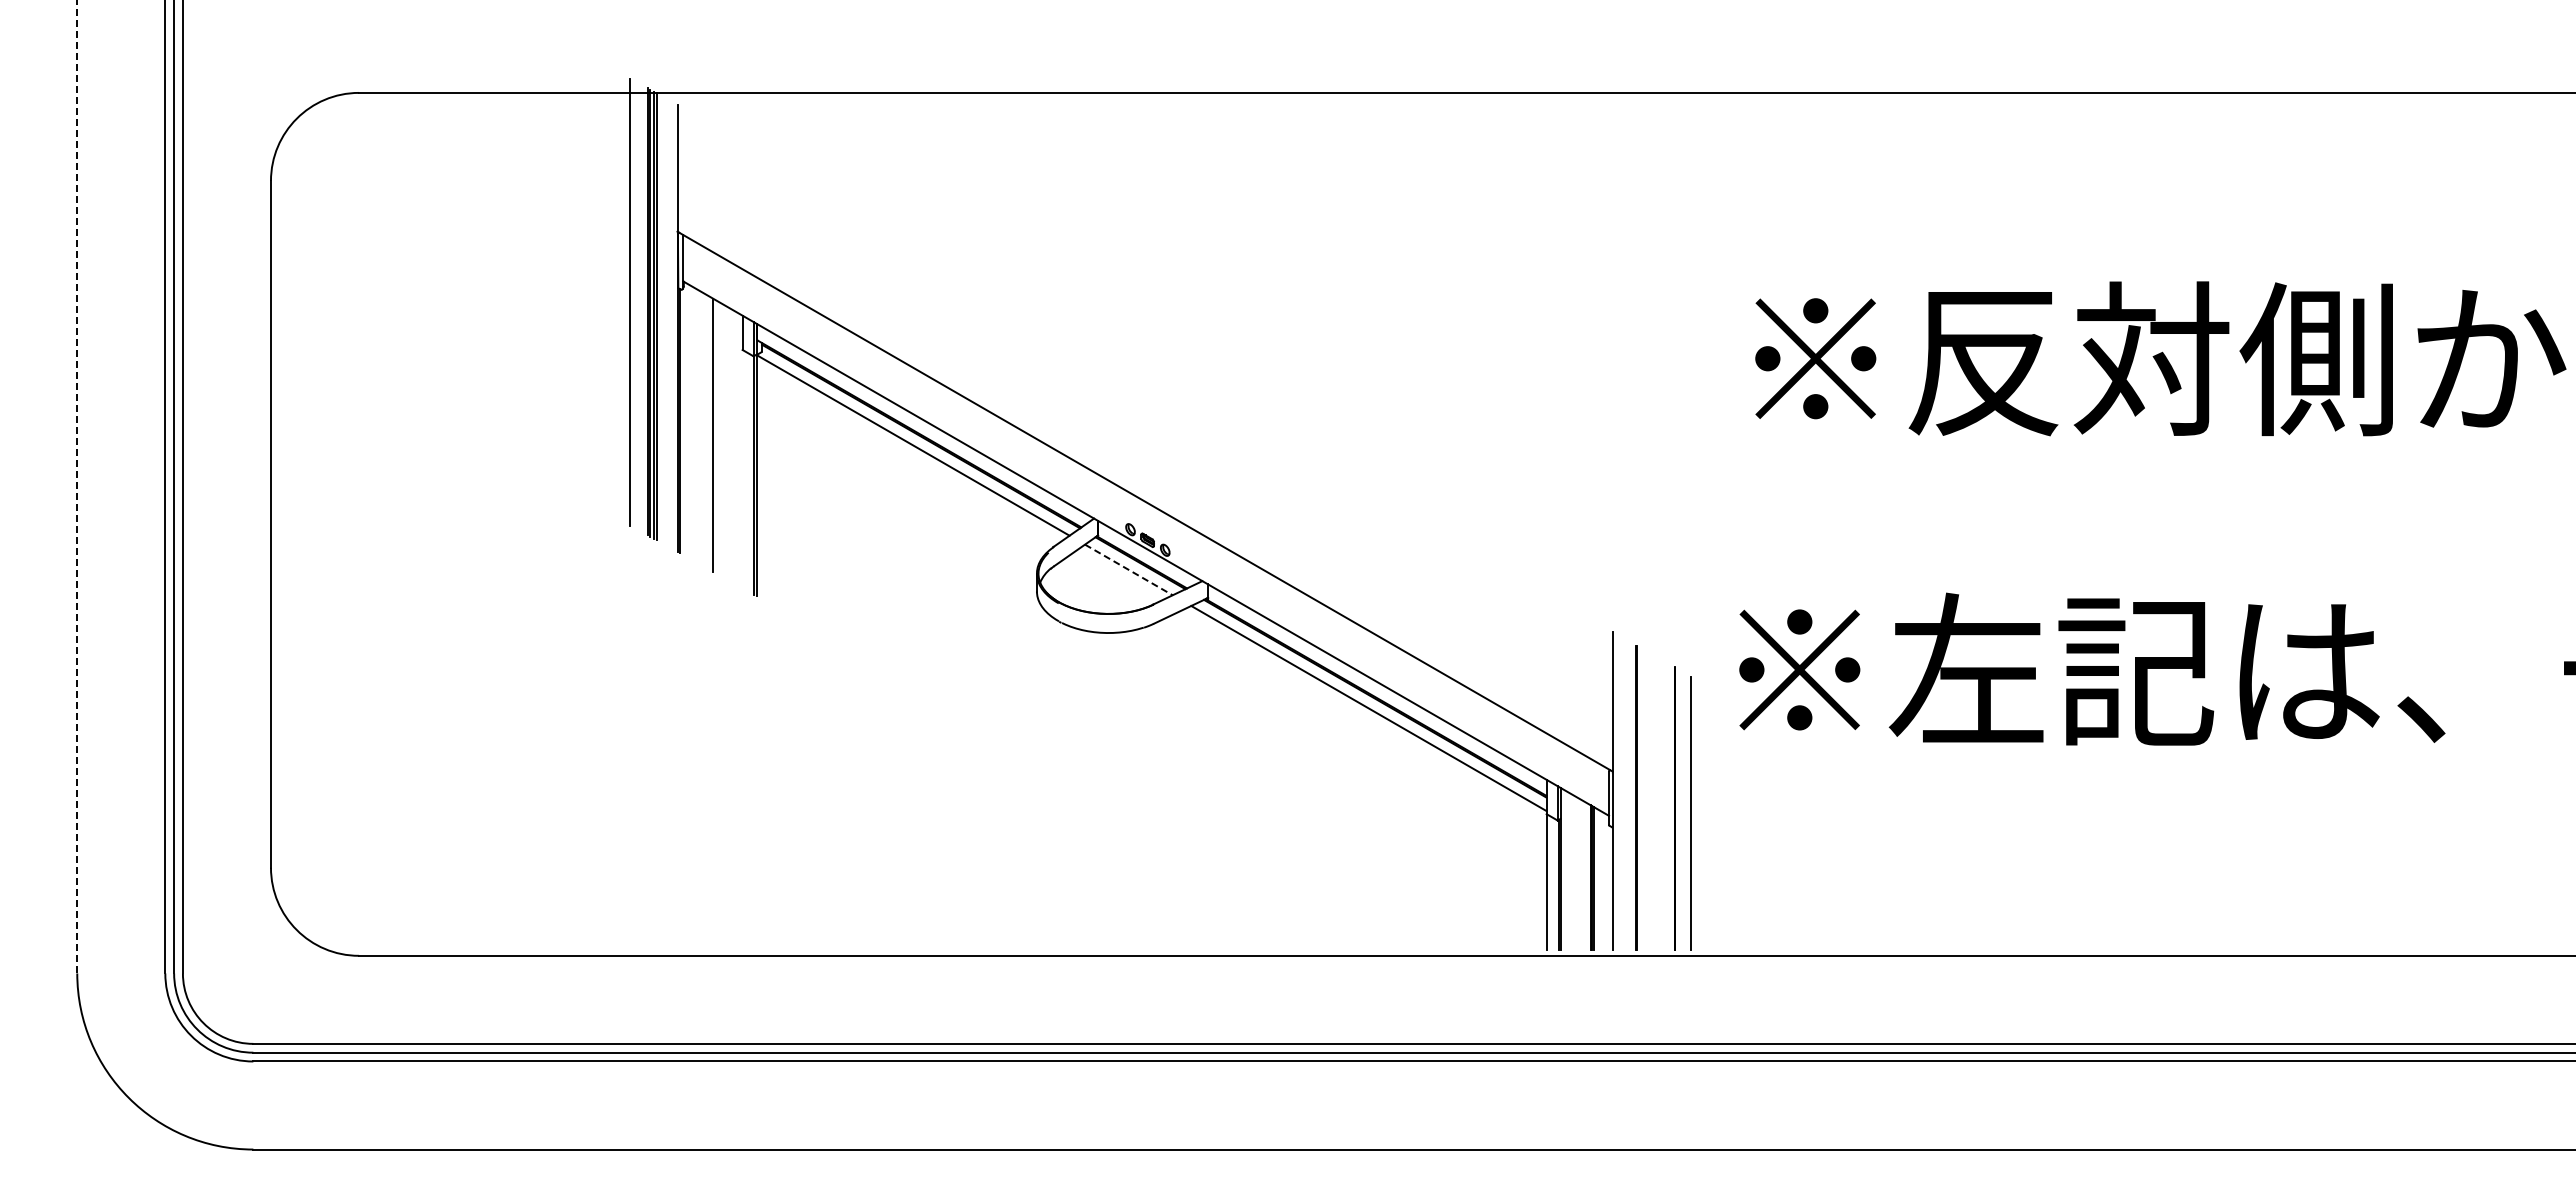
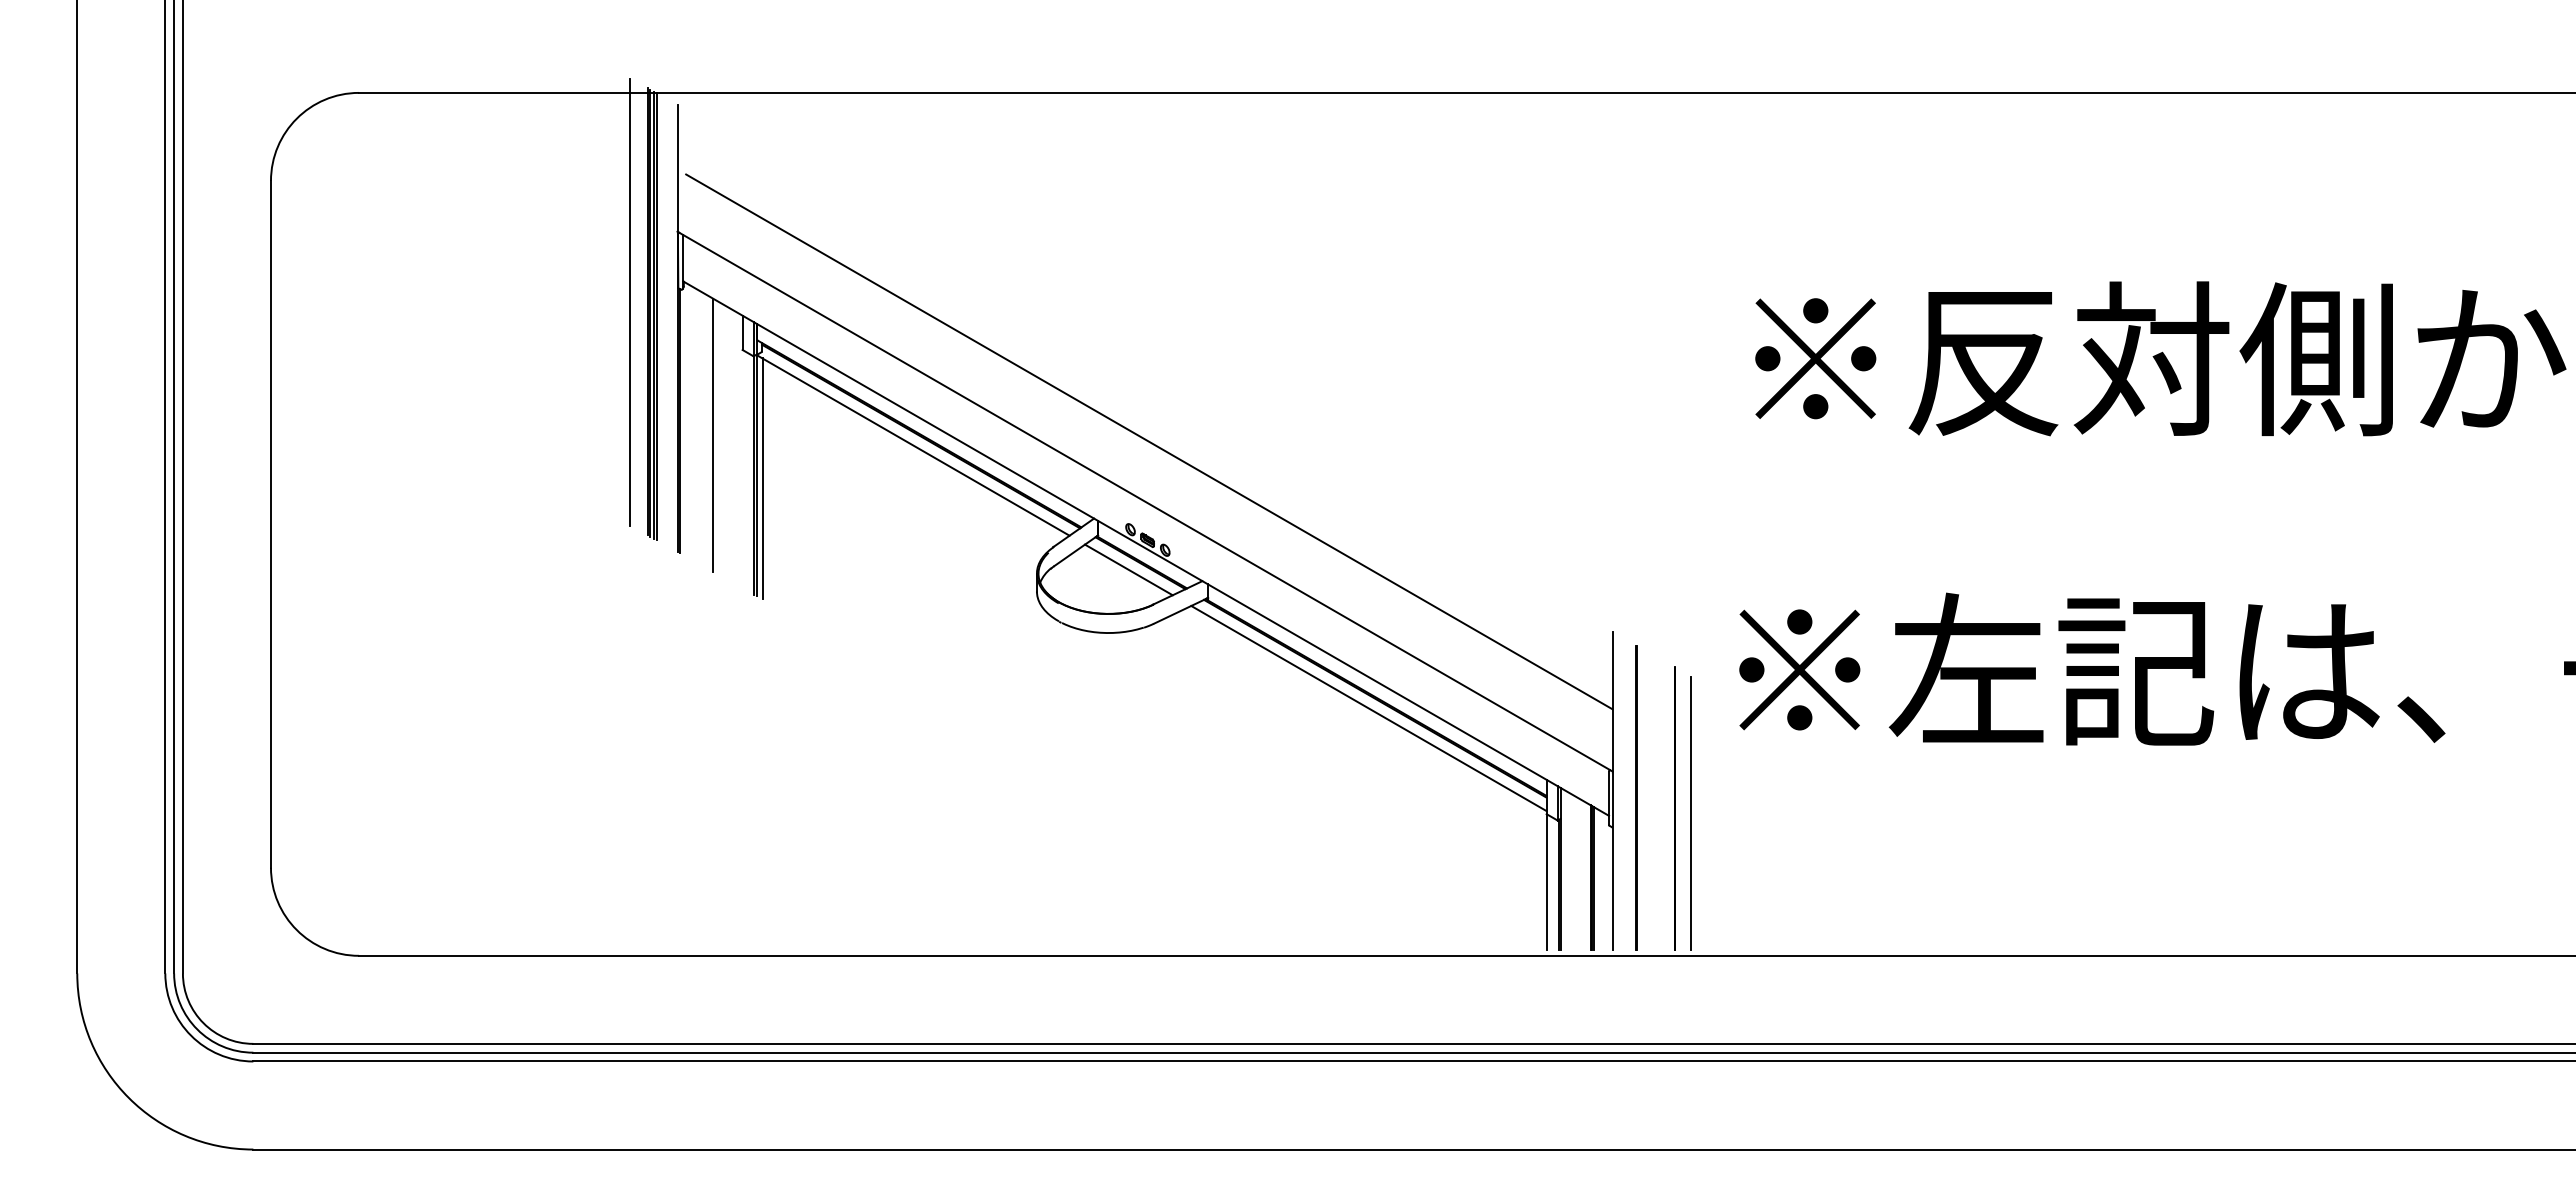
line at (1149, 441): none -> present
line at (762, 478): none -> present
line at (77, 486): dashed -> solid
line at (1128, 569): dashed -> solid
